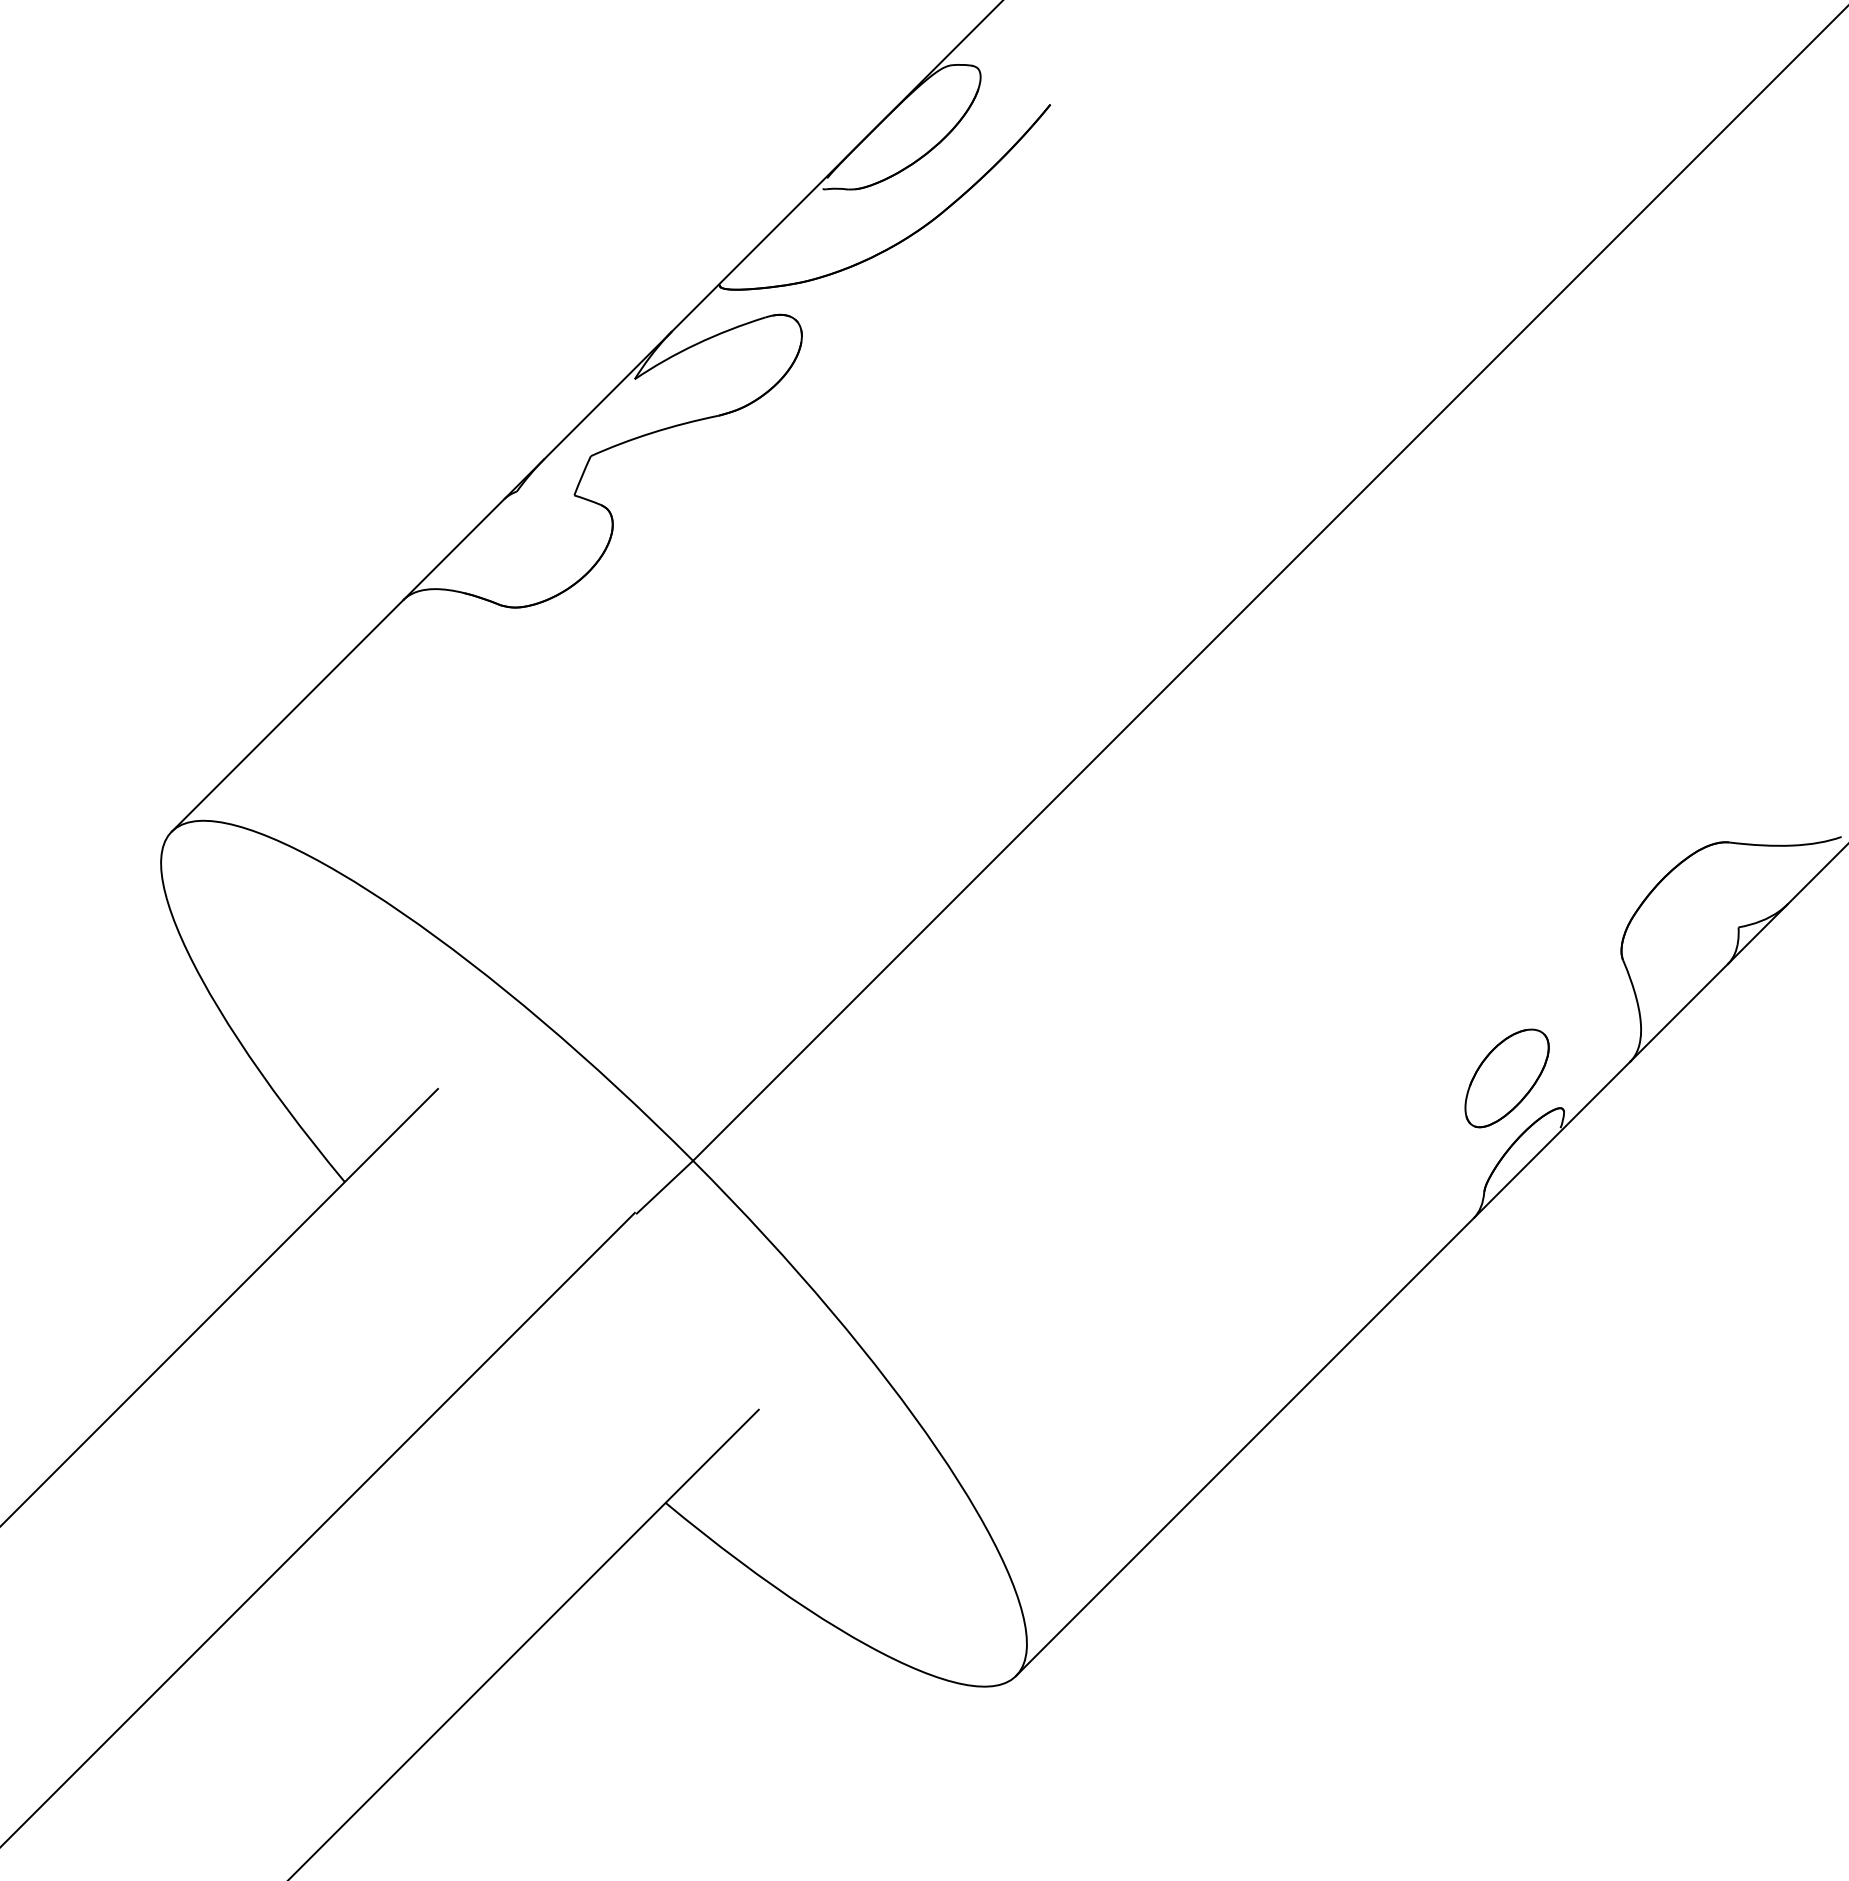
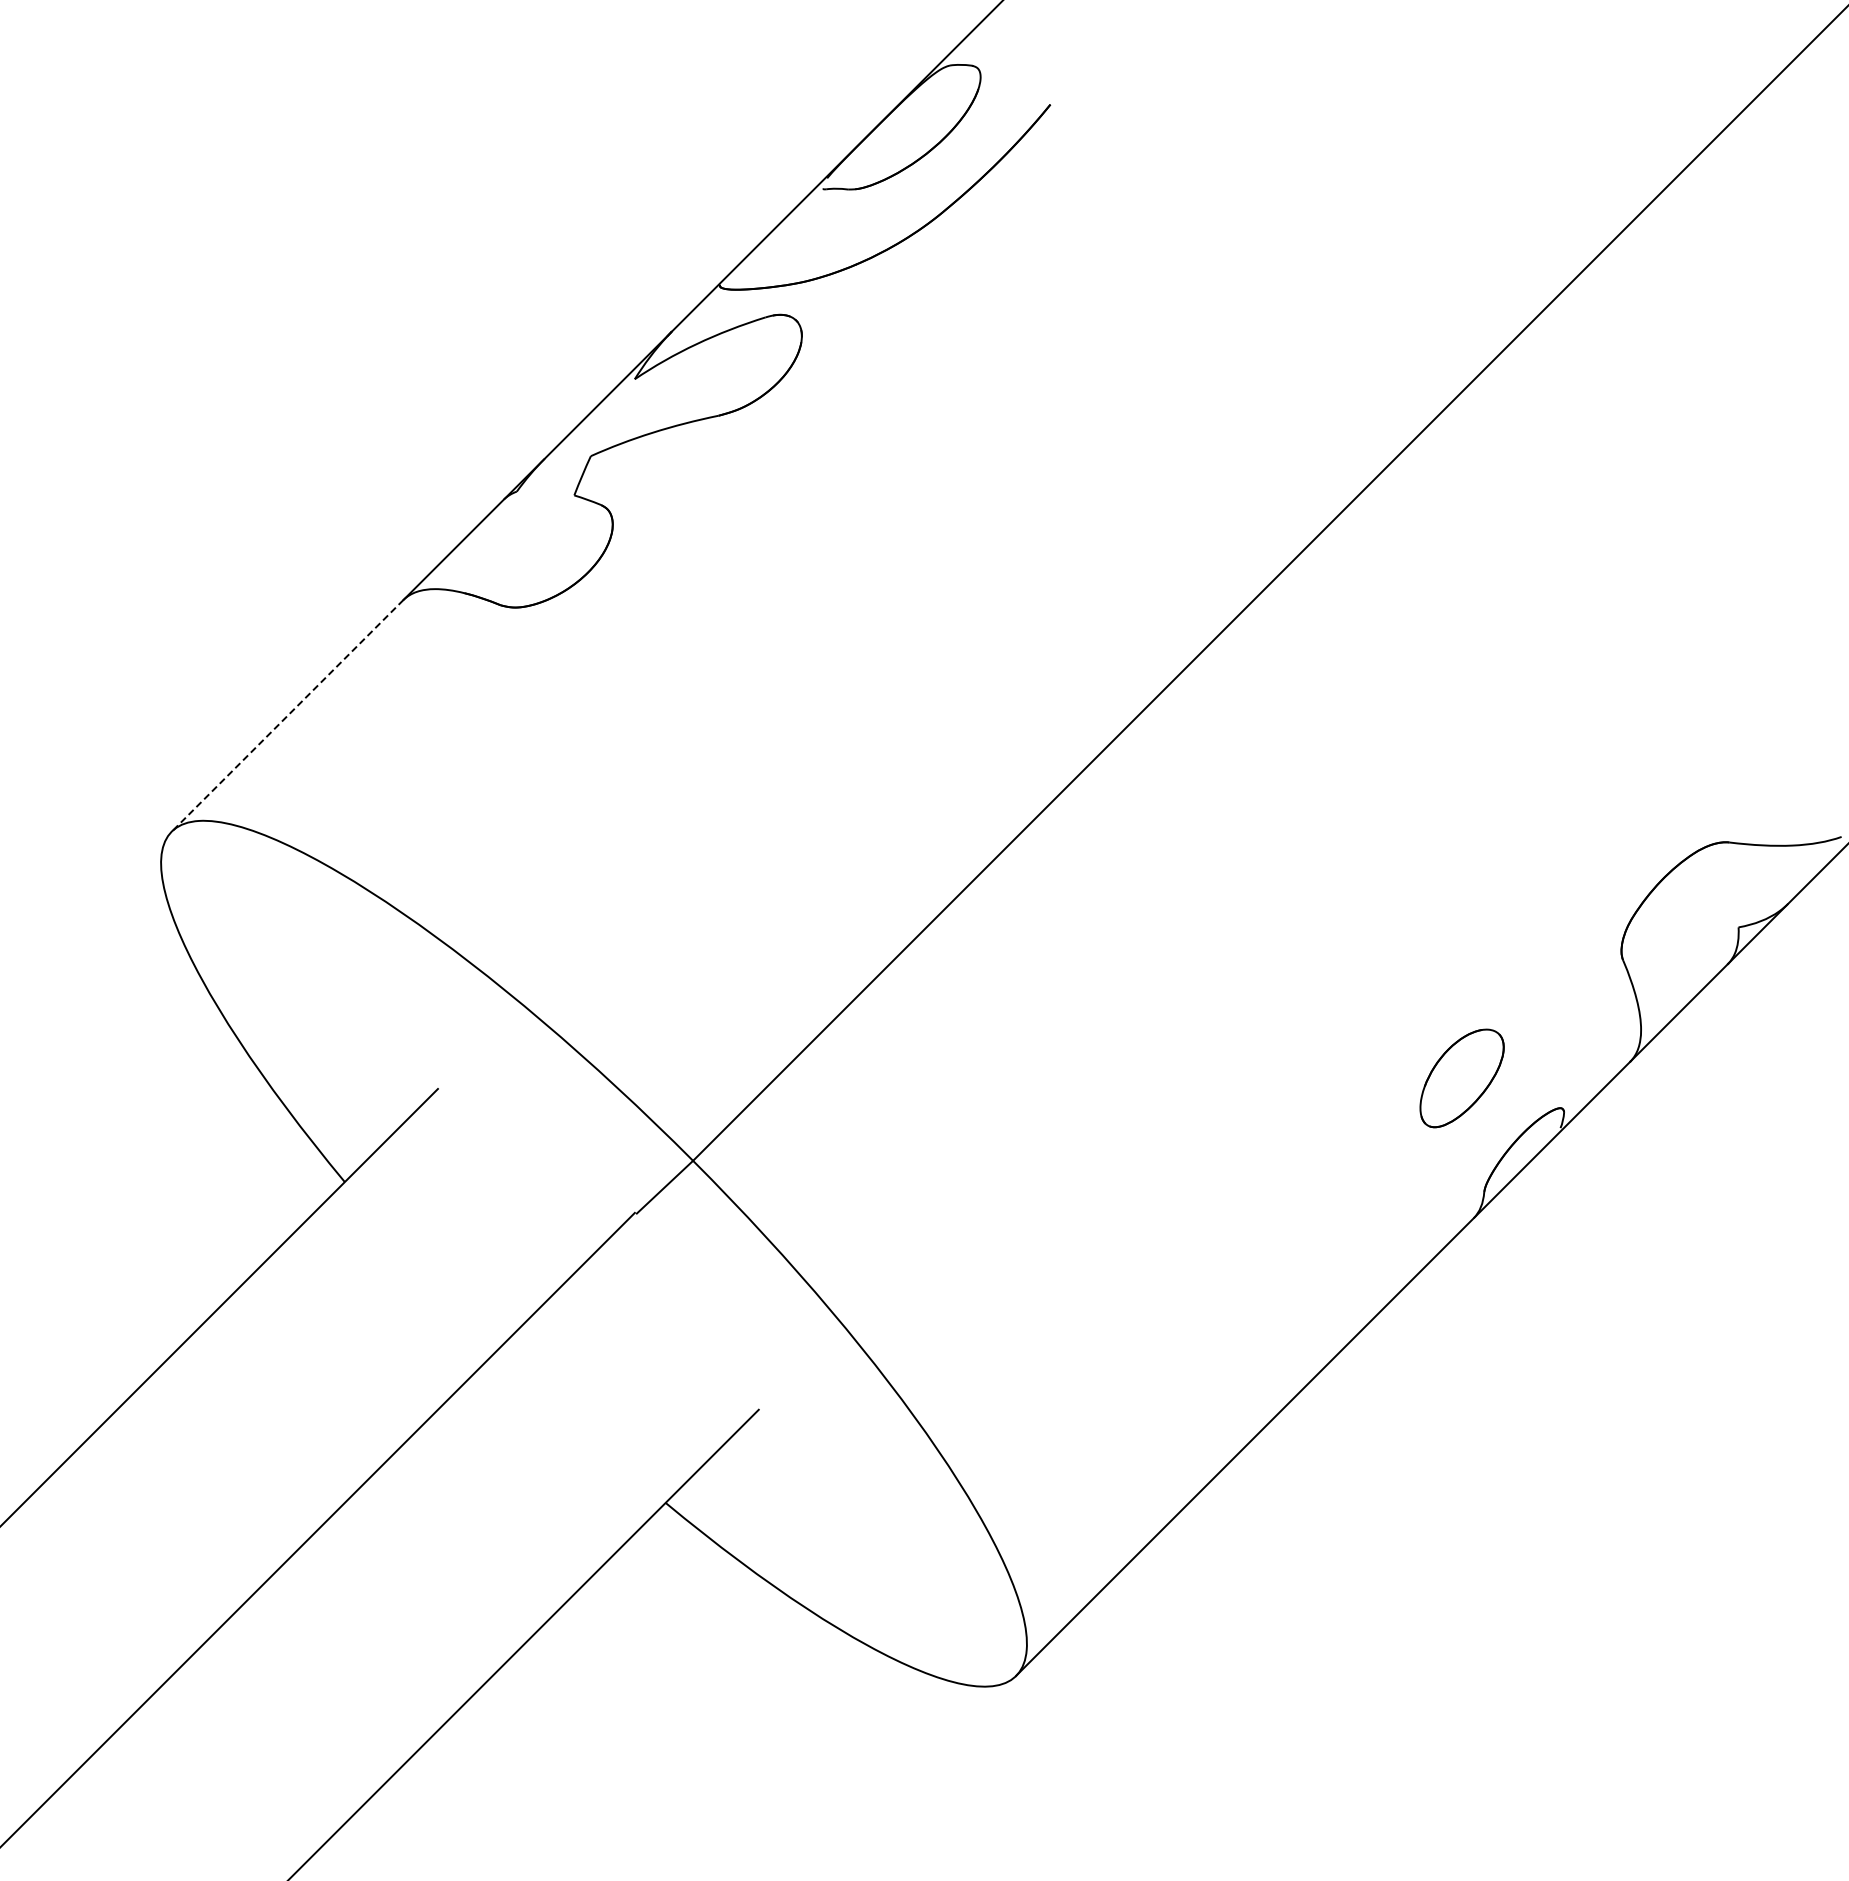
line at (287, 715): solid -> dashed
part at (1506, 1078) position: (1506, 1078) -> (1461, 1078)
